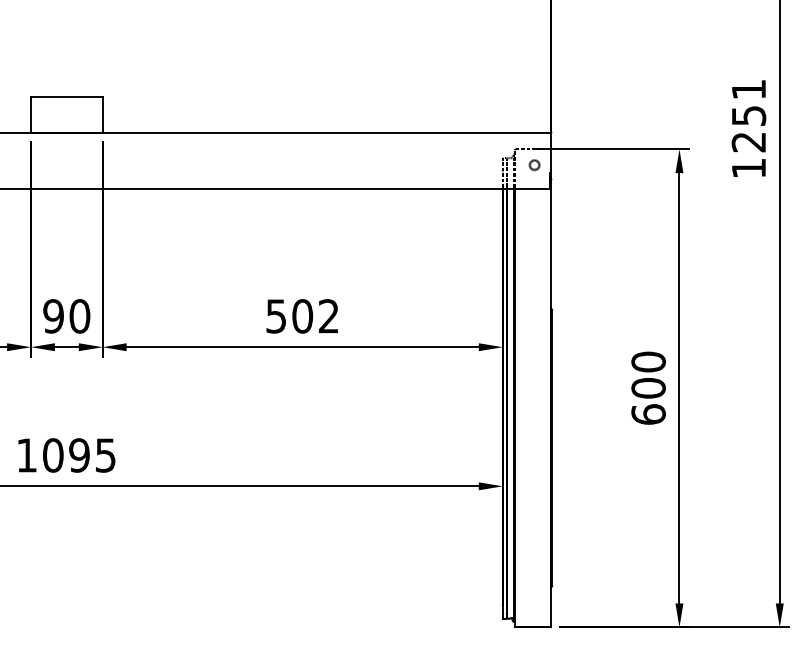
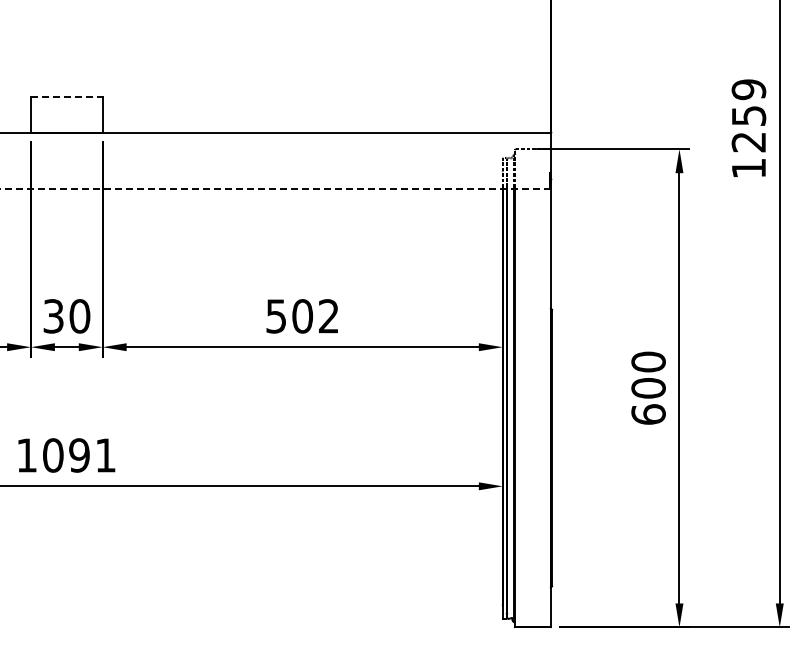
text at (748, 89): 1251 -> 1259
line at (66, 97): solid -> dashed
part at (534, 165): present -> none
line at (275, 188): solid -> dashed
text at (53, 316): 90 -> 30
text at (105, 455): 1095 -> 1091
